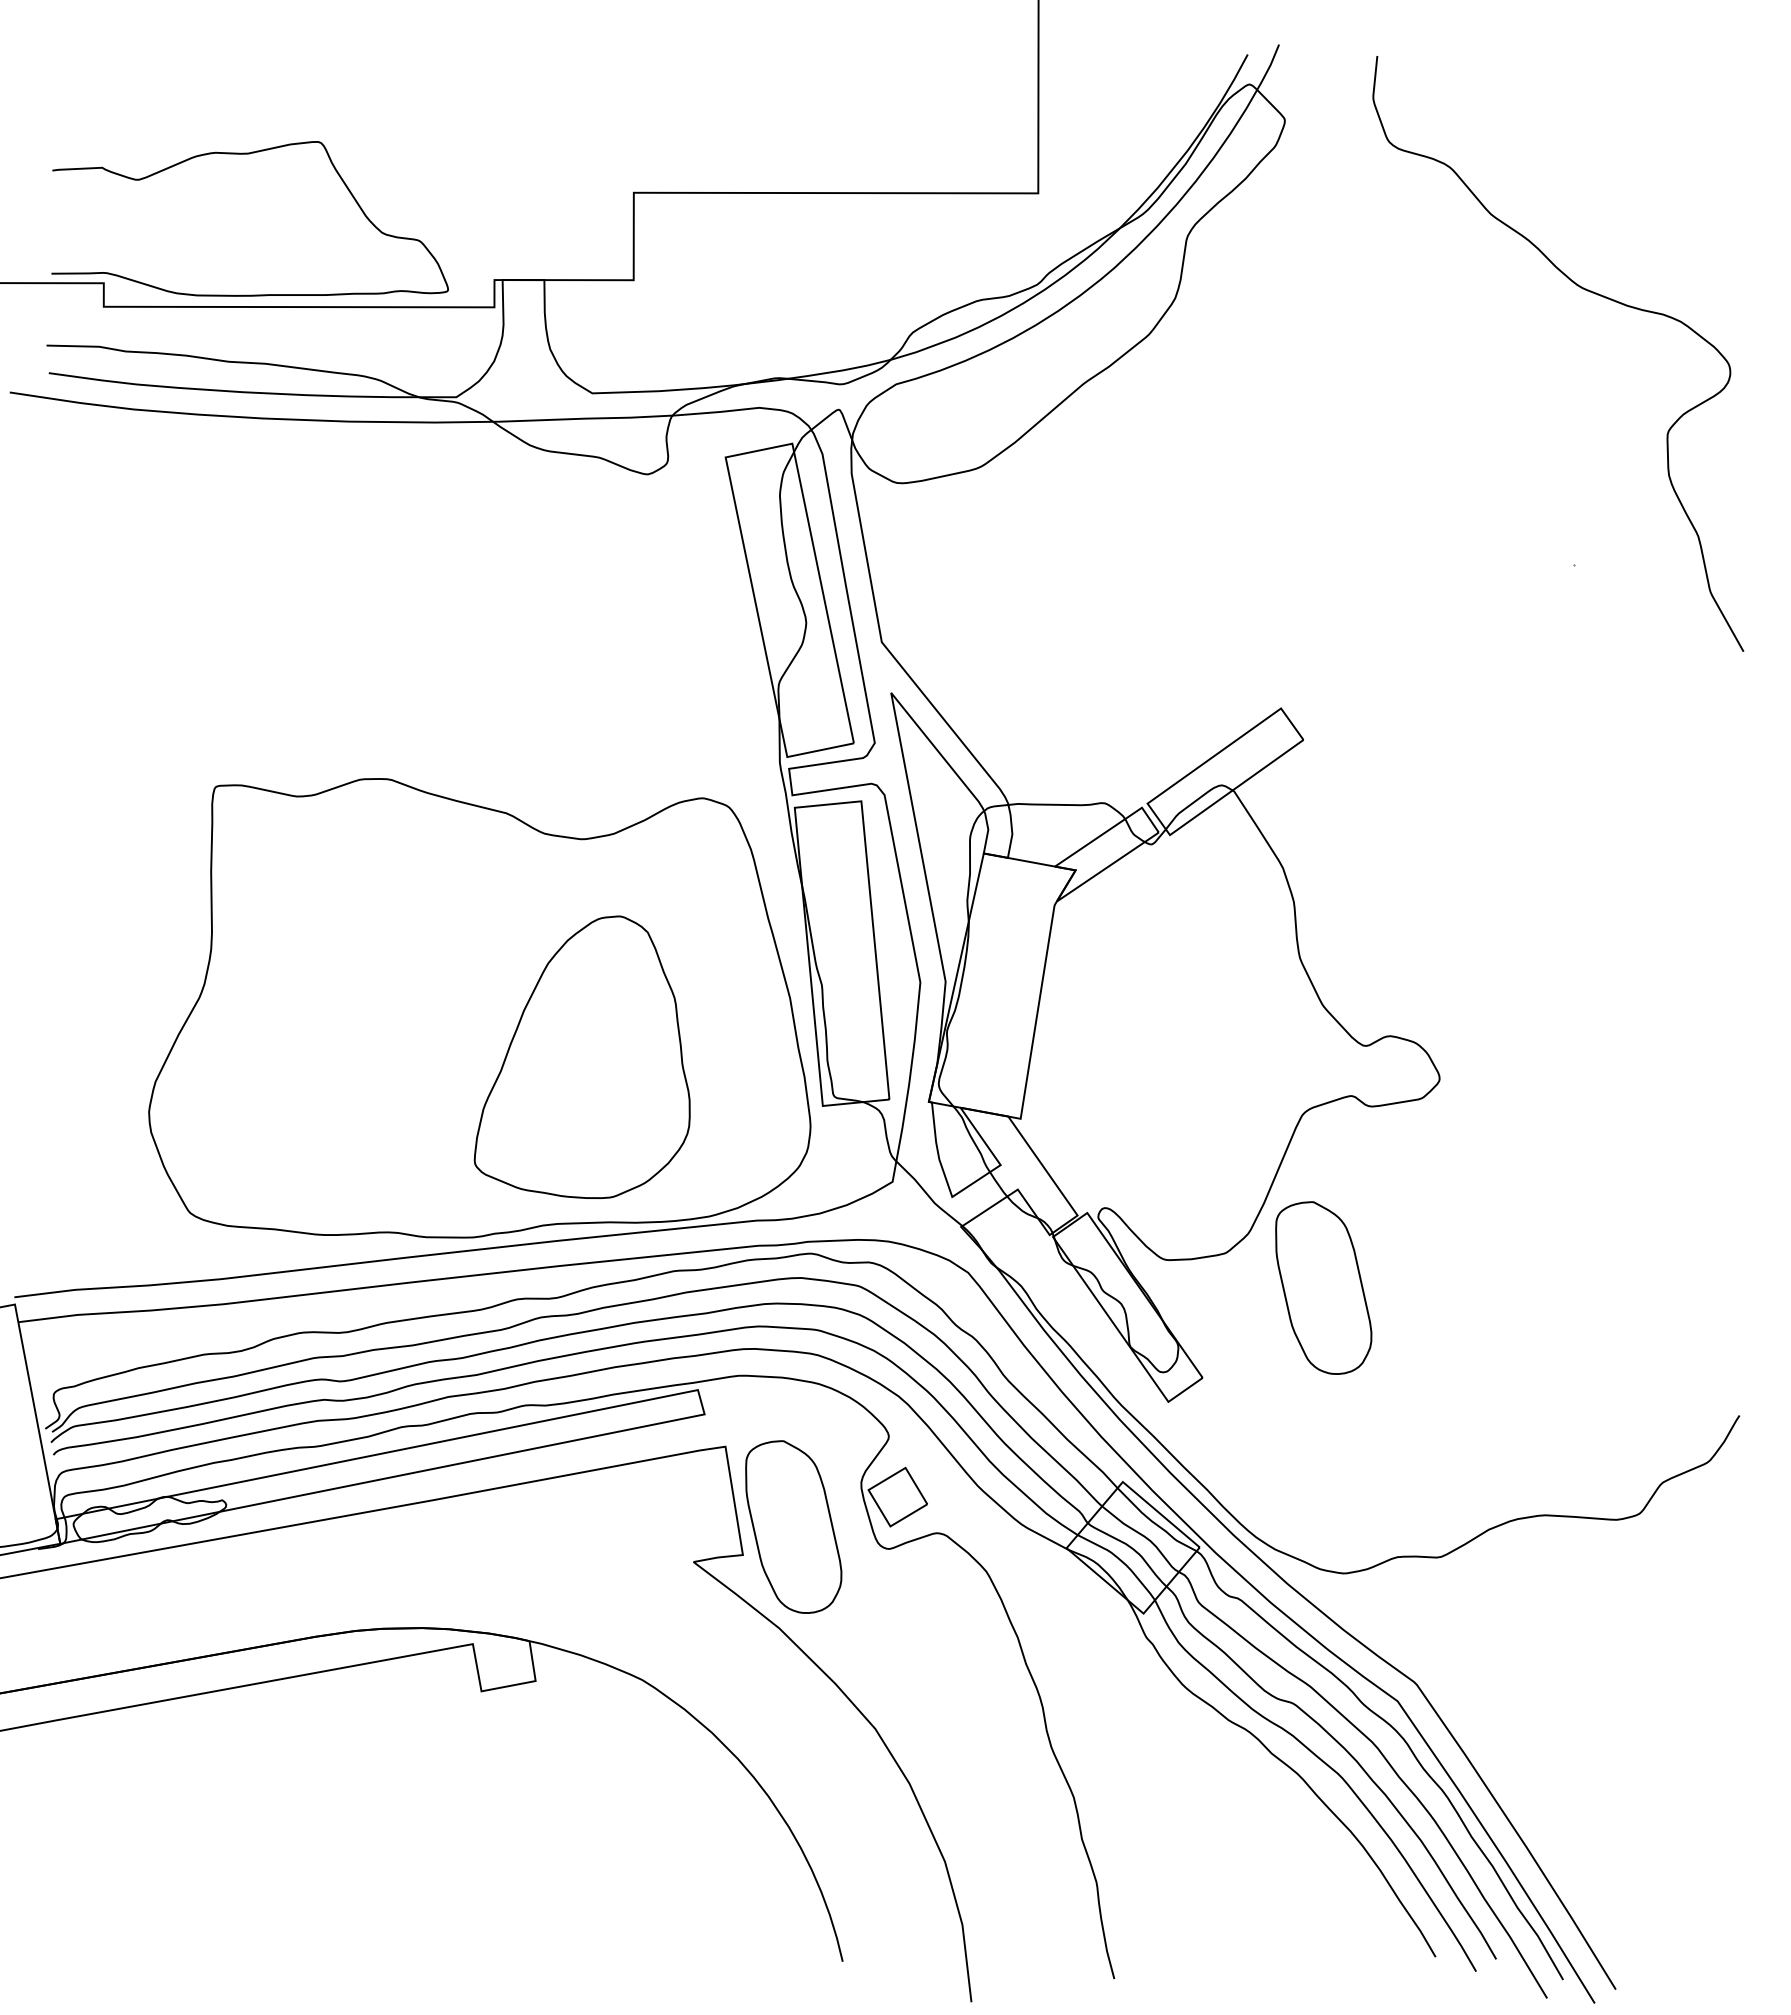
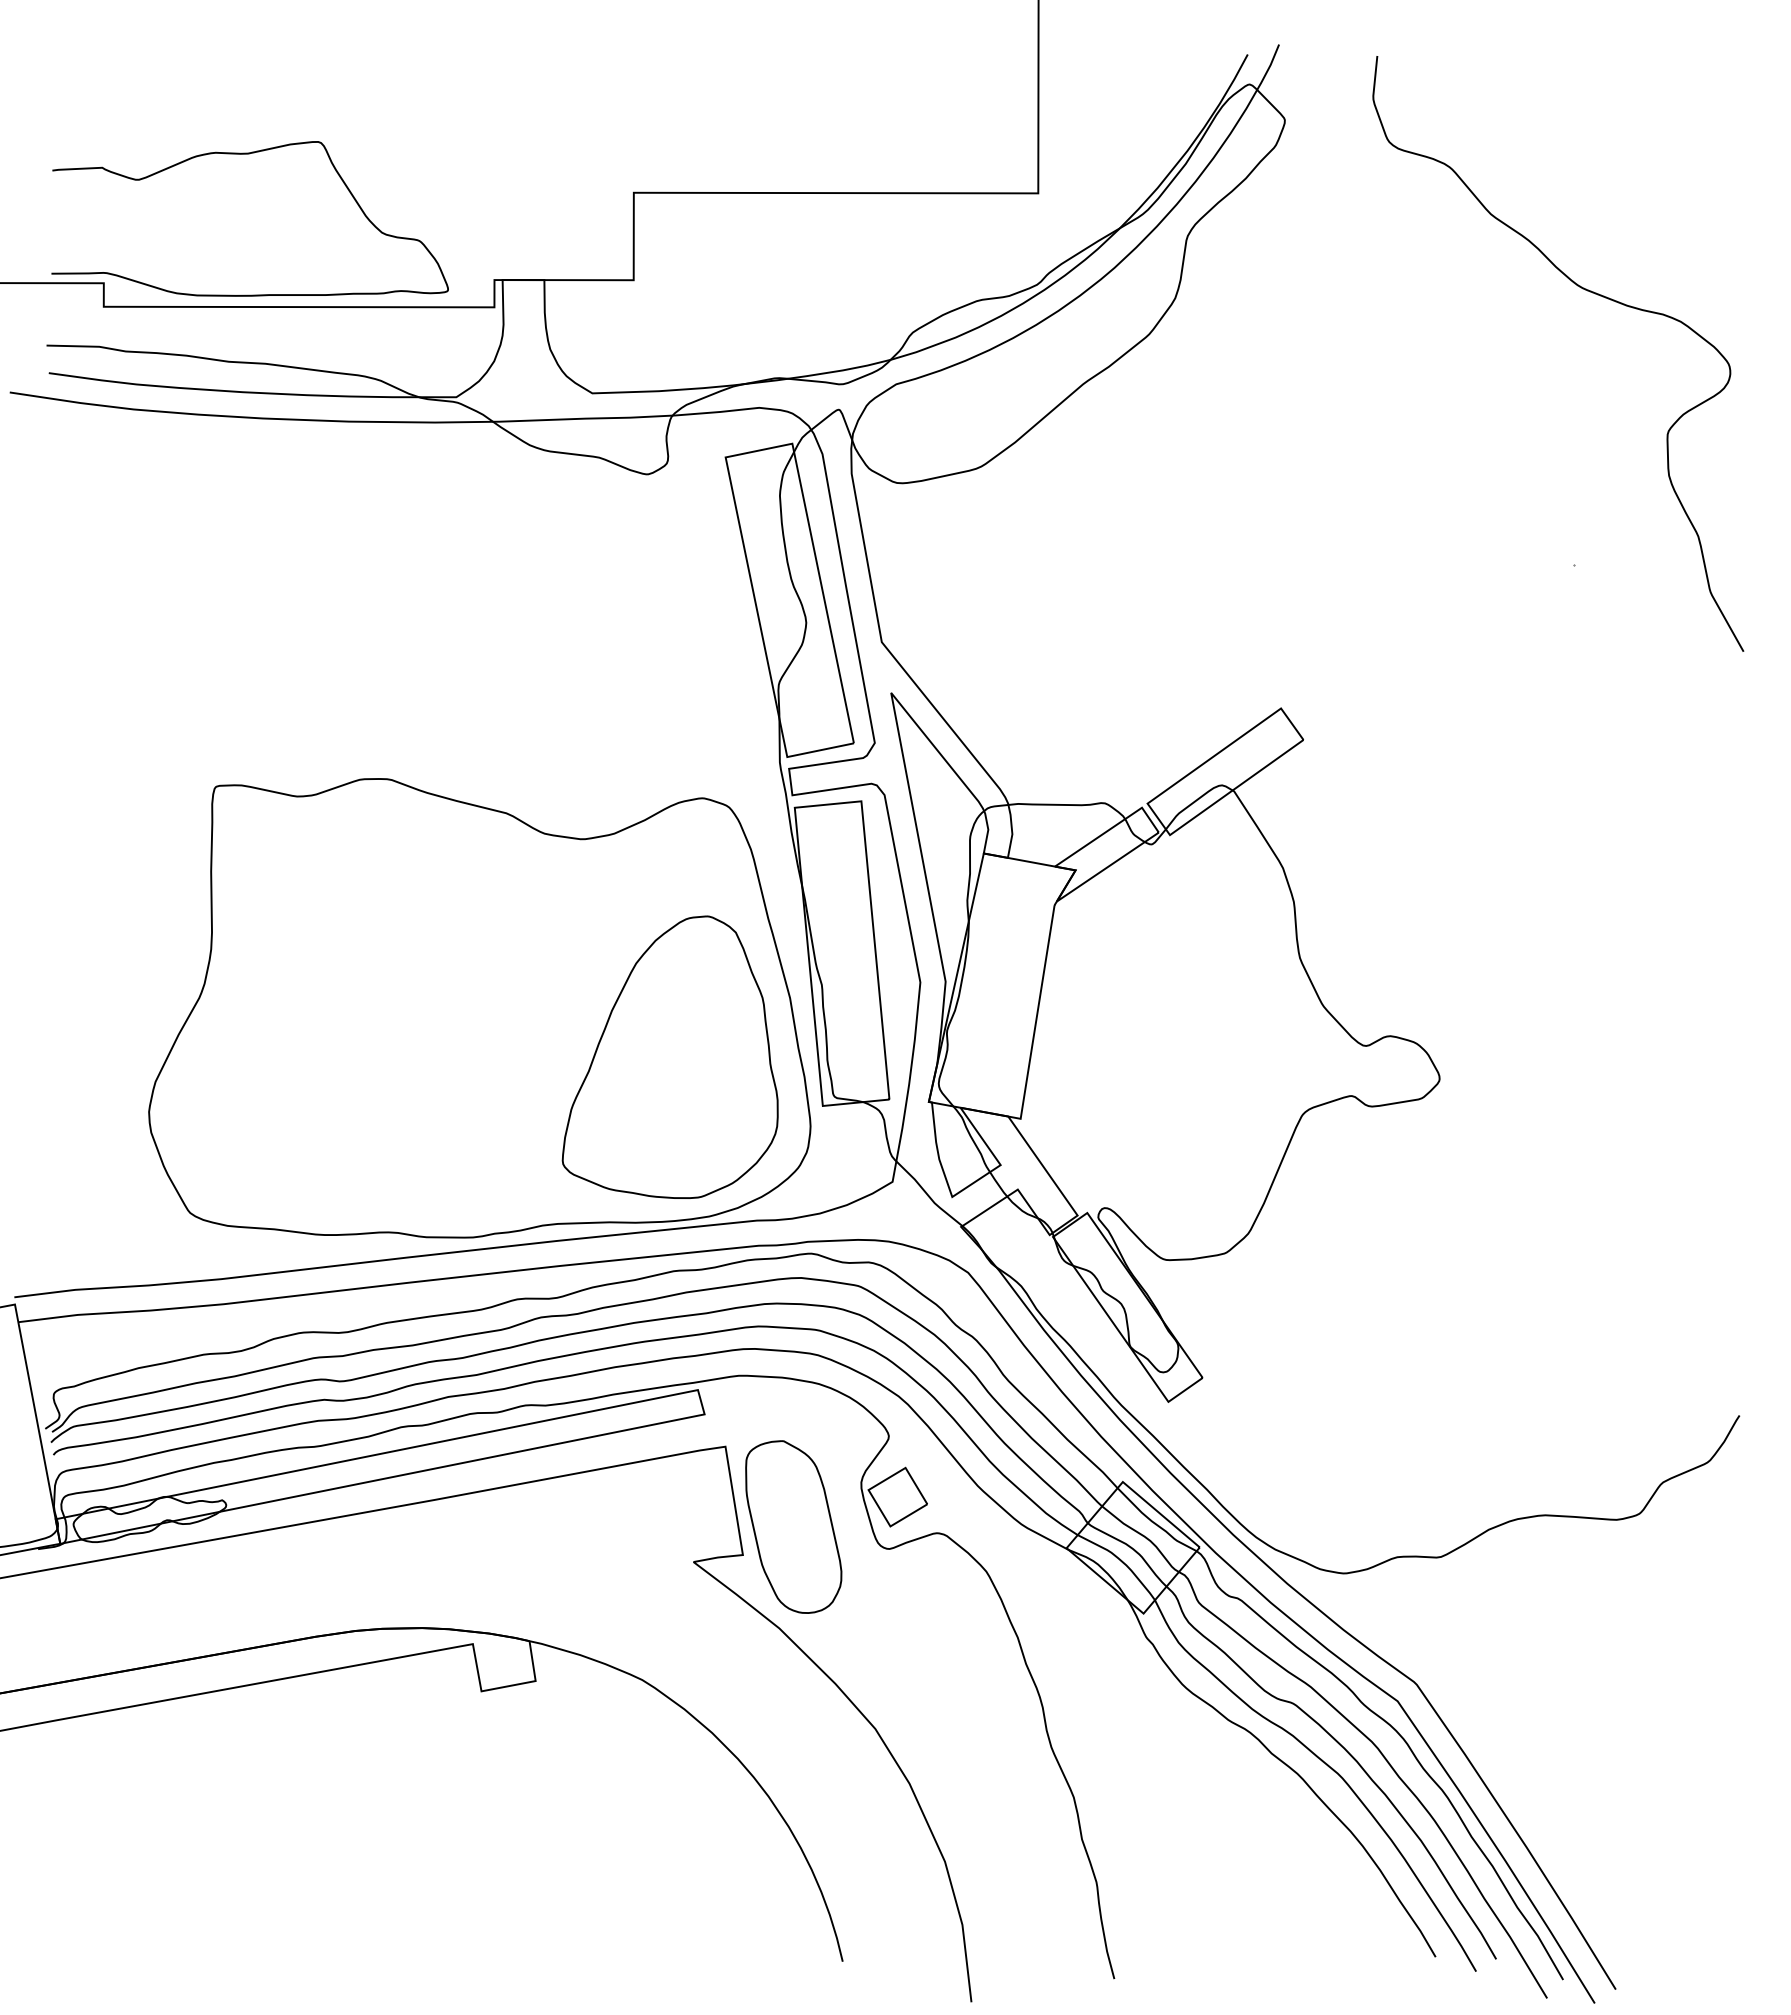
part at (581, 1056) position: (581, 1056) -> (669, 1056)
part at (1323, 1287): present -> none
